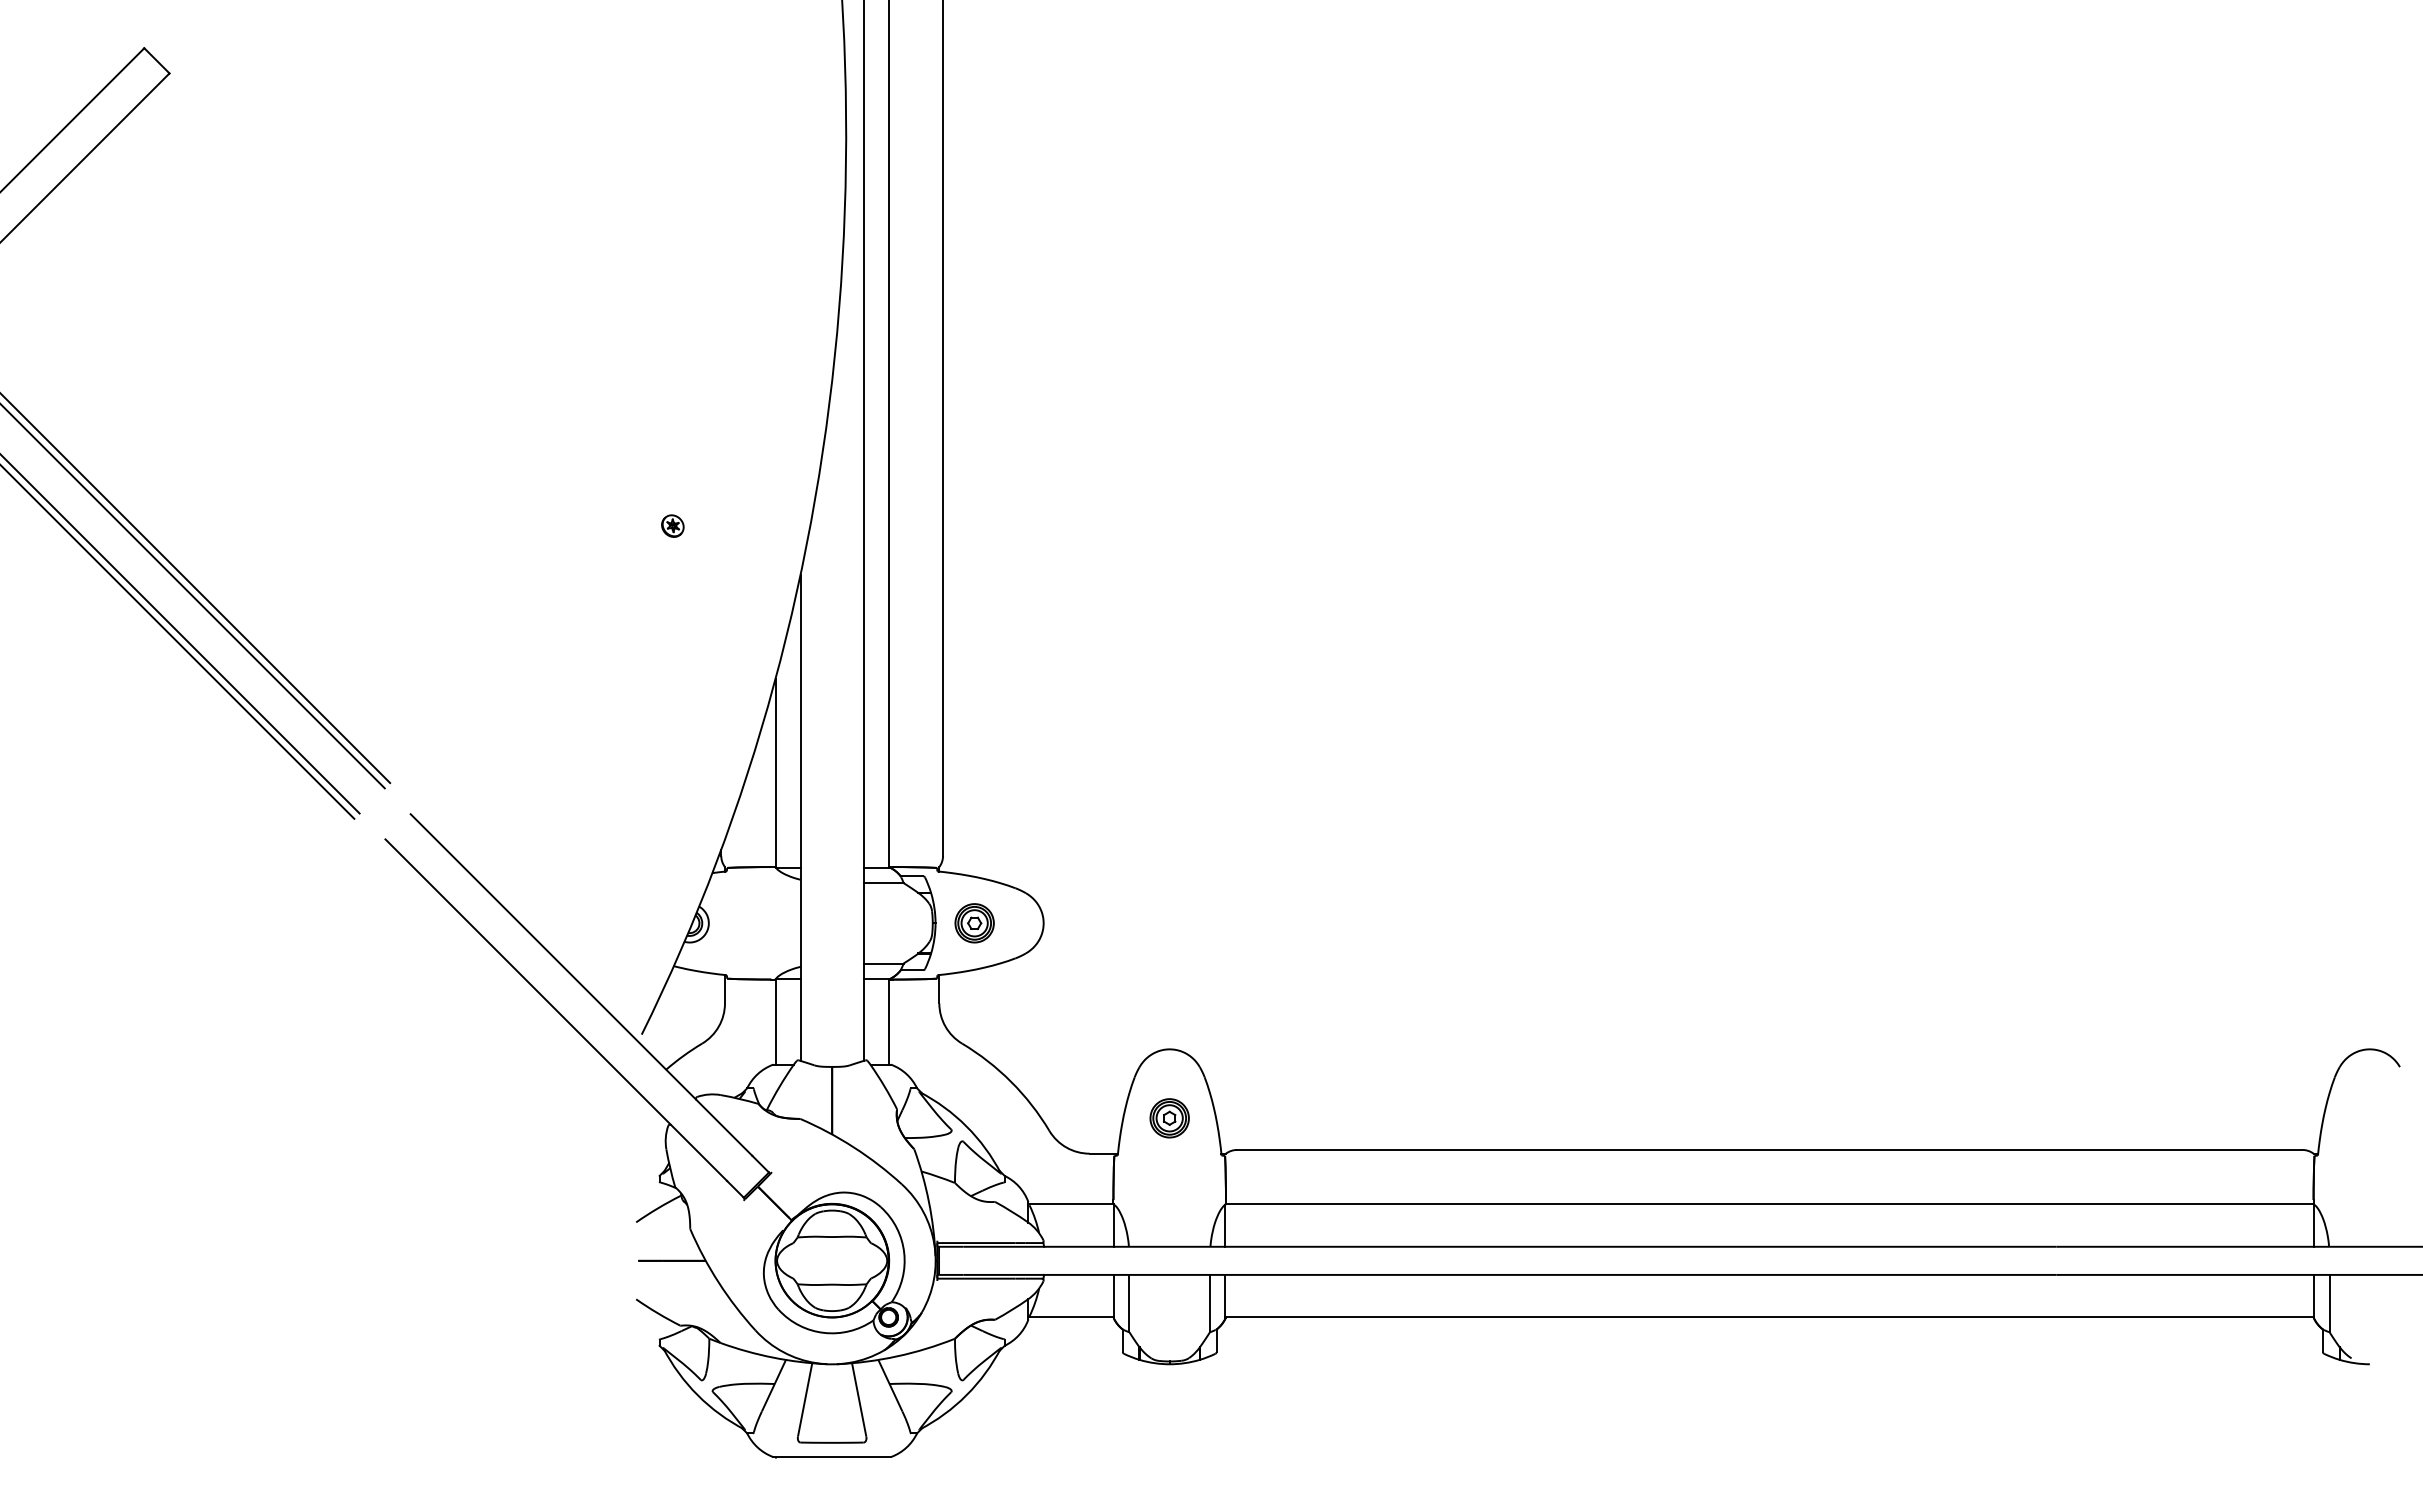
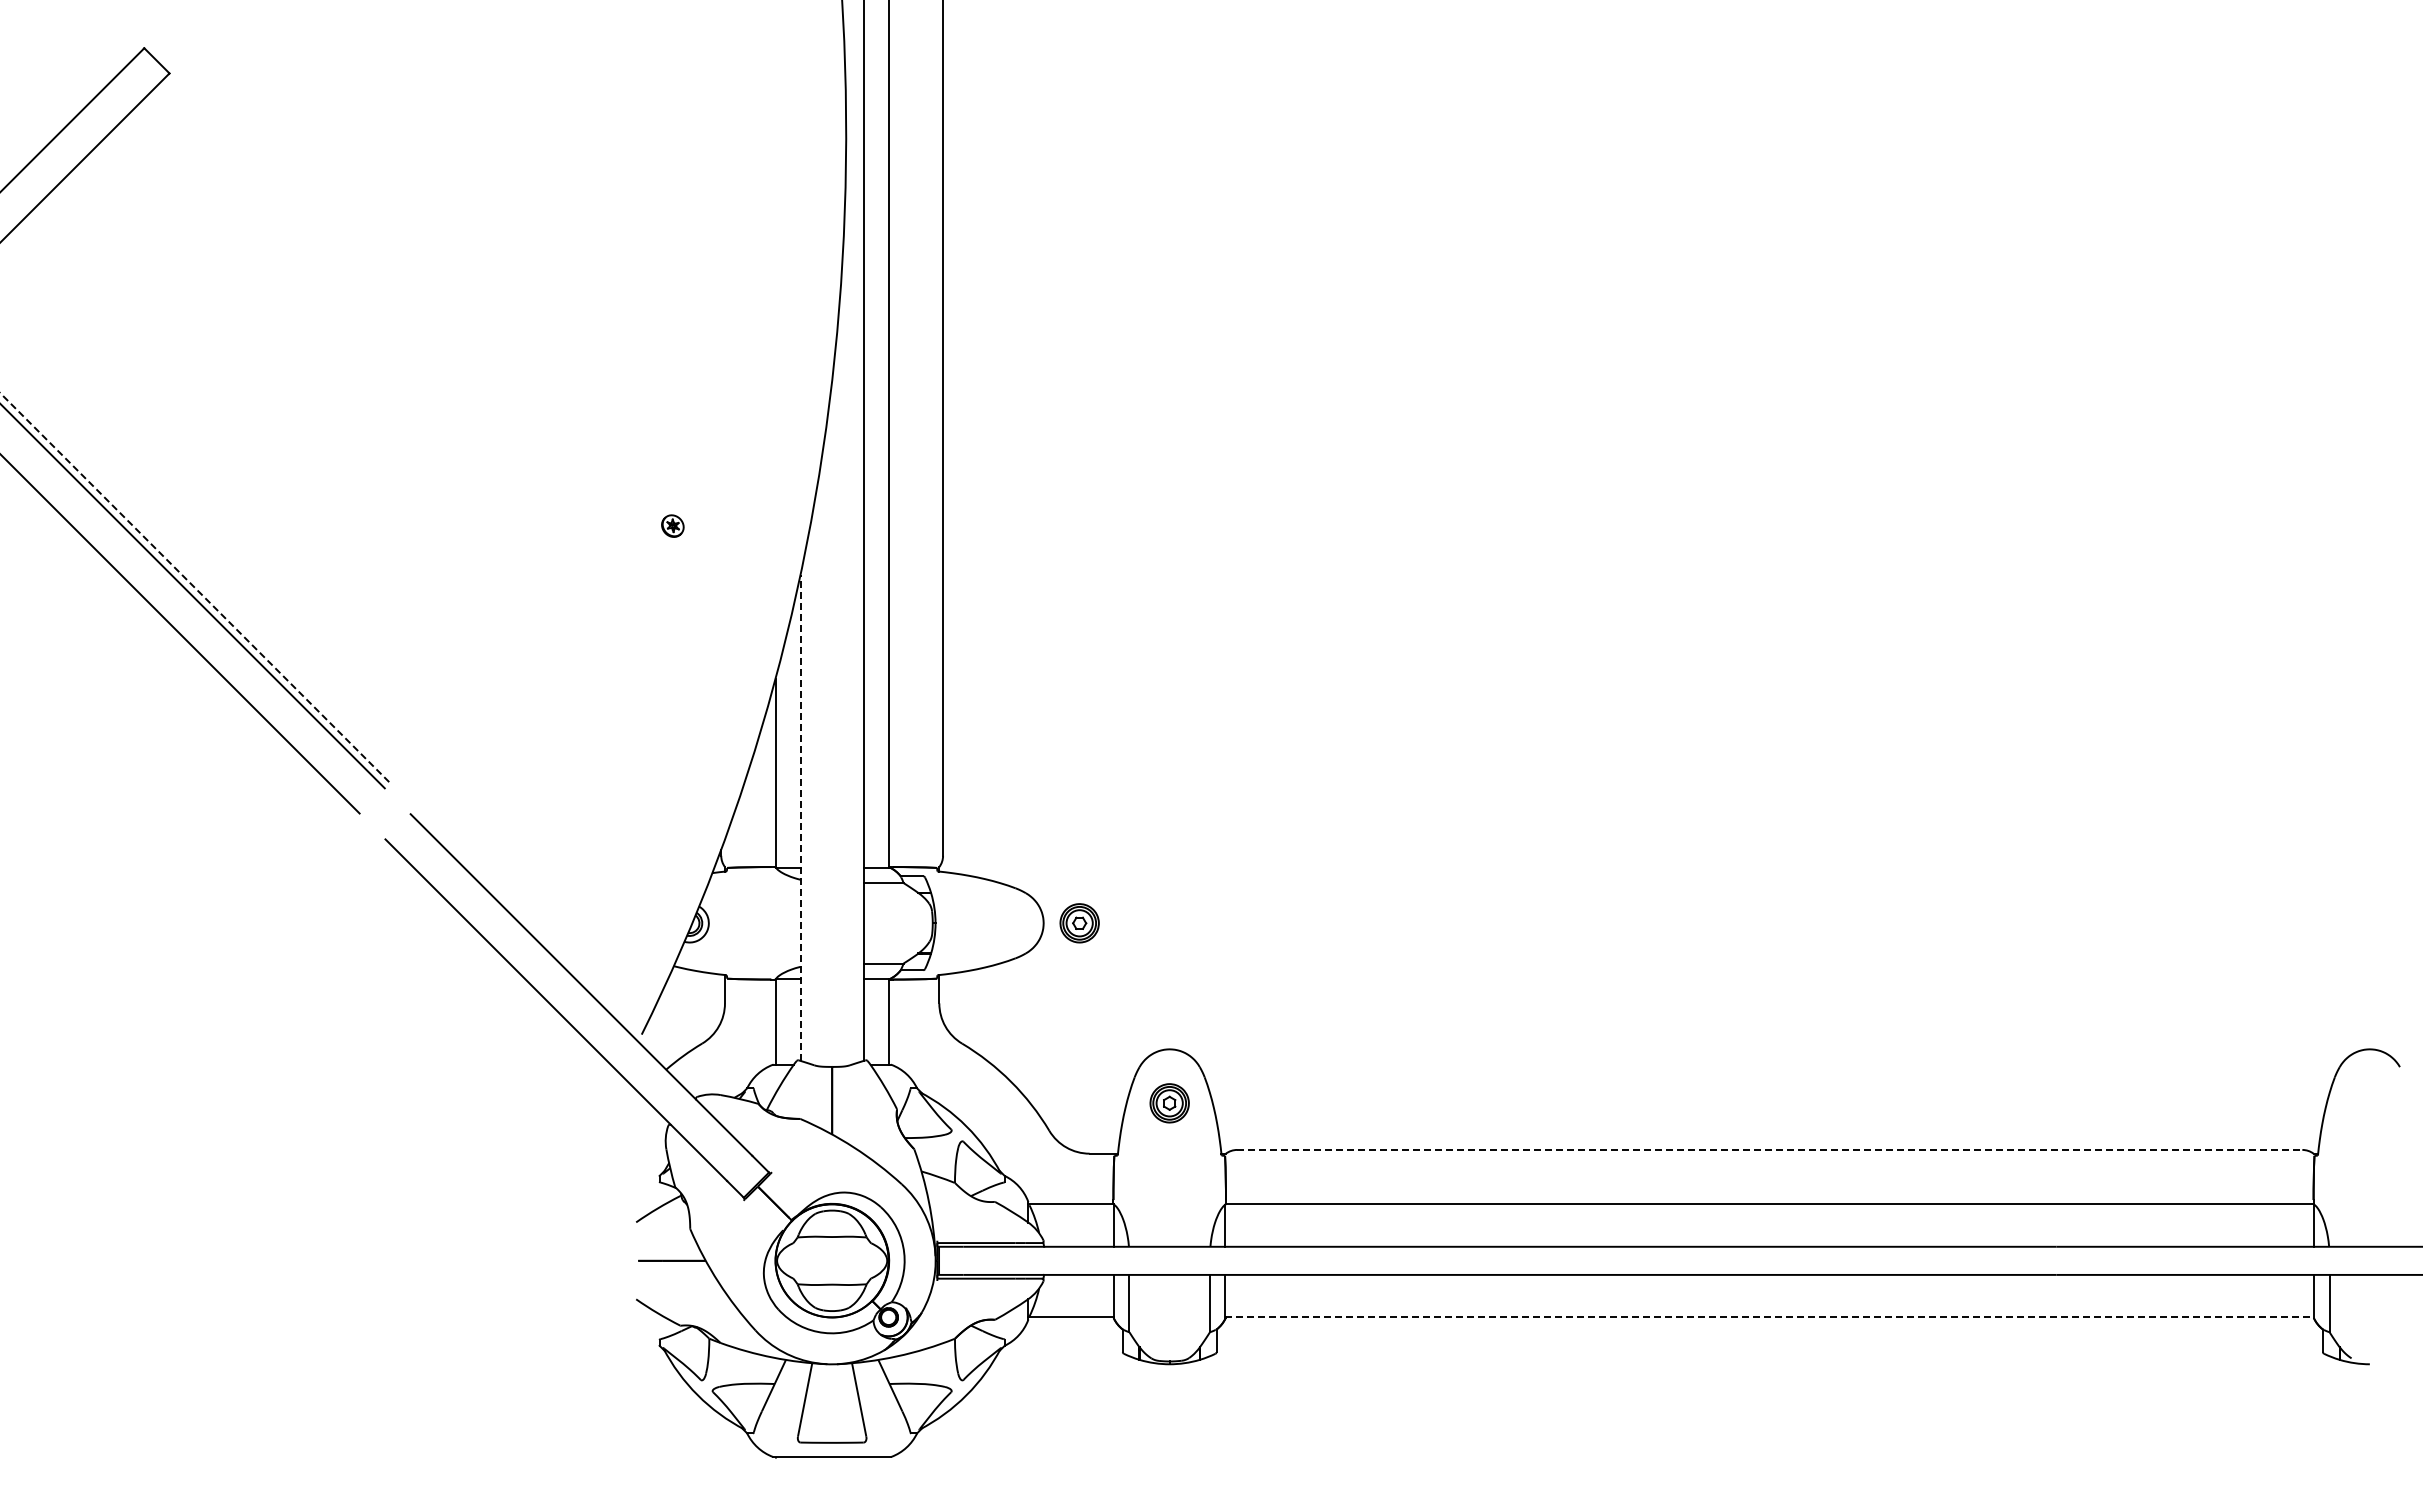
line at (195, 588): solid -> dashed
line at (178, 642): present -> none
line at (800, 817): solid -> dashed
part at (974, 923) position: (974, 923) -> (1079, 923)
part at (1169, 1118) position: (1169, 1118) -> (1169, 1103)
line at (1769, 1149): solid -> dashed
line at (1770, 1317): solid -> dashed
